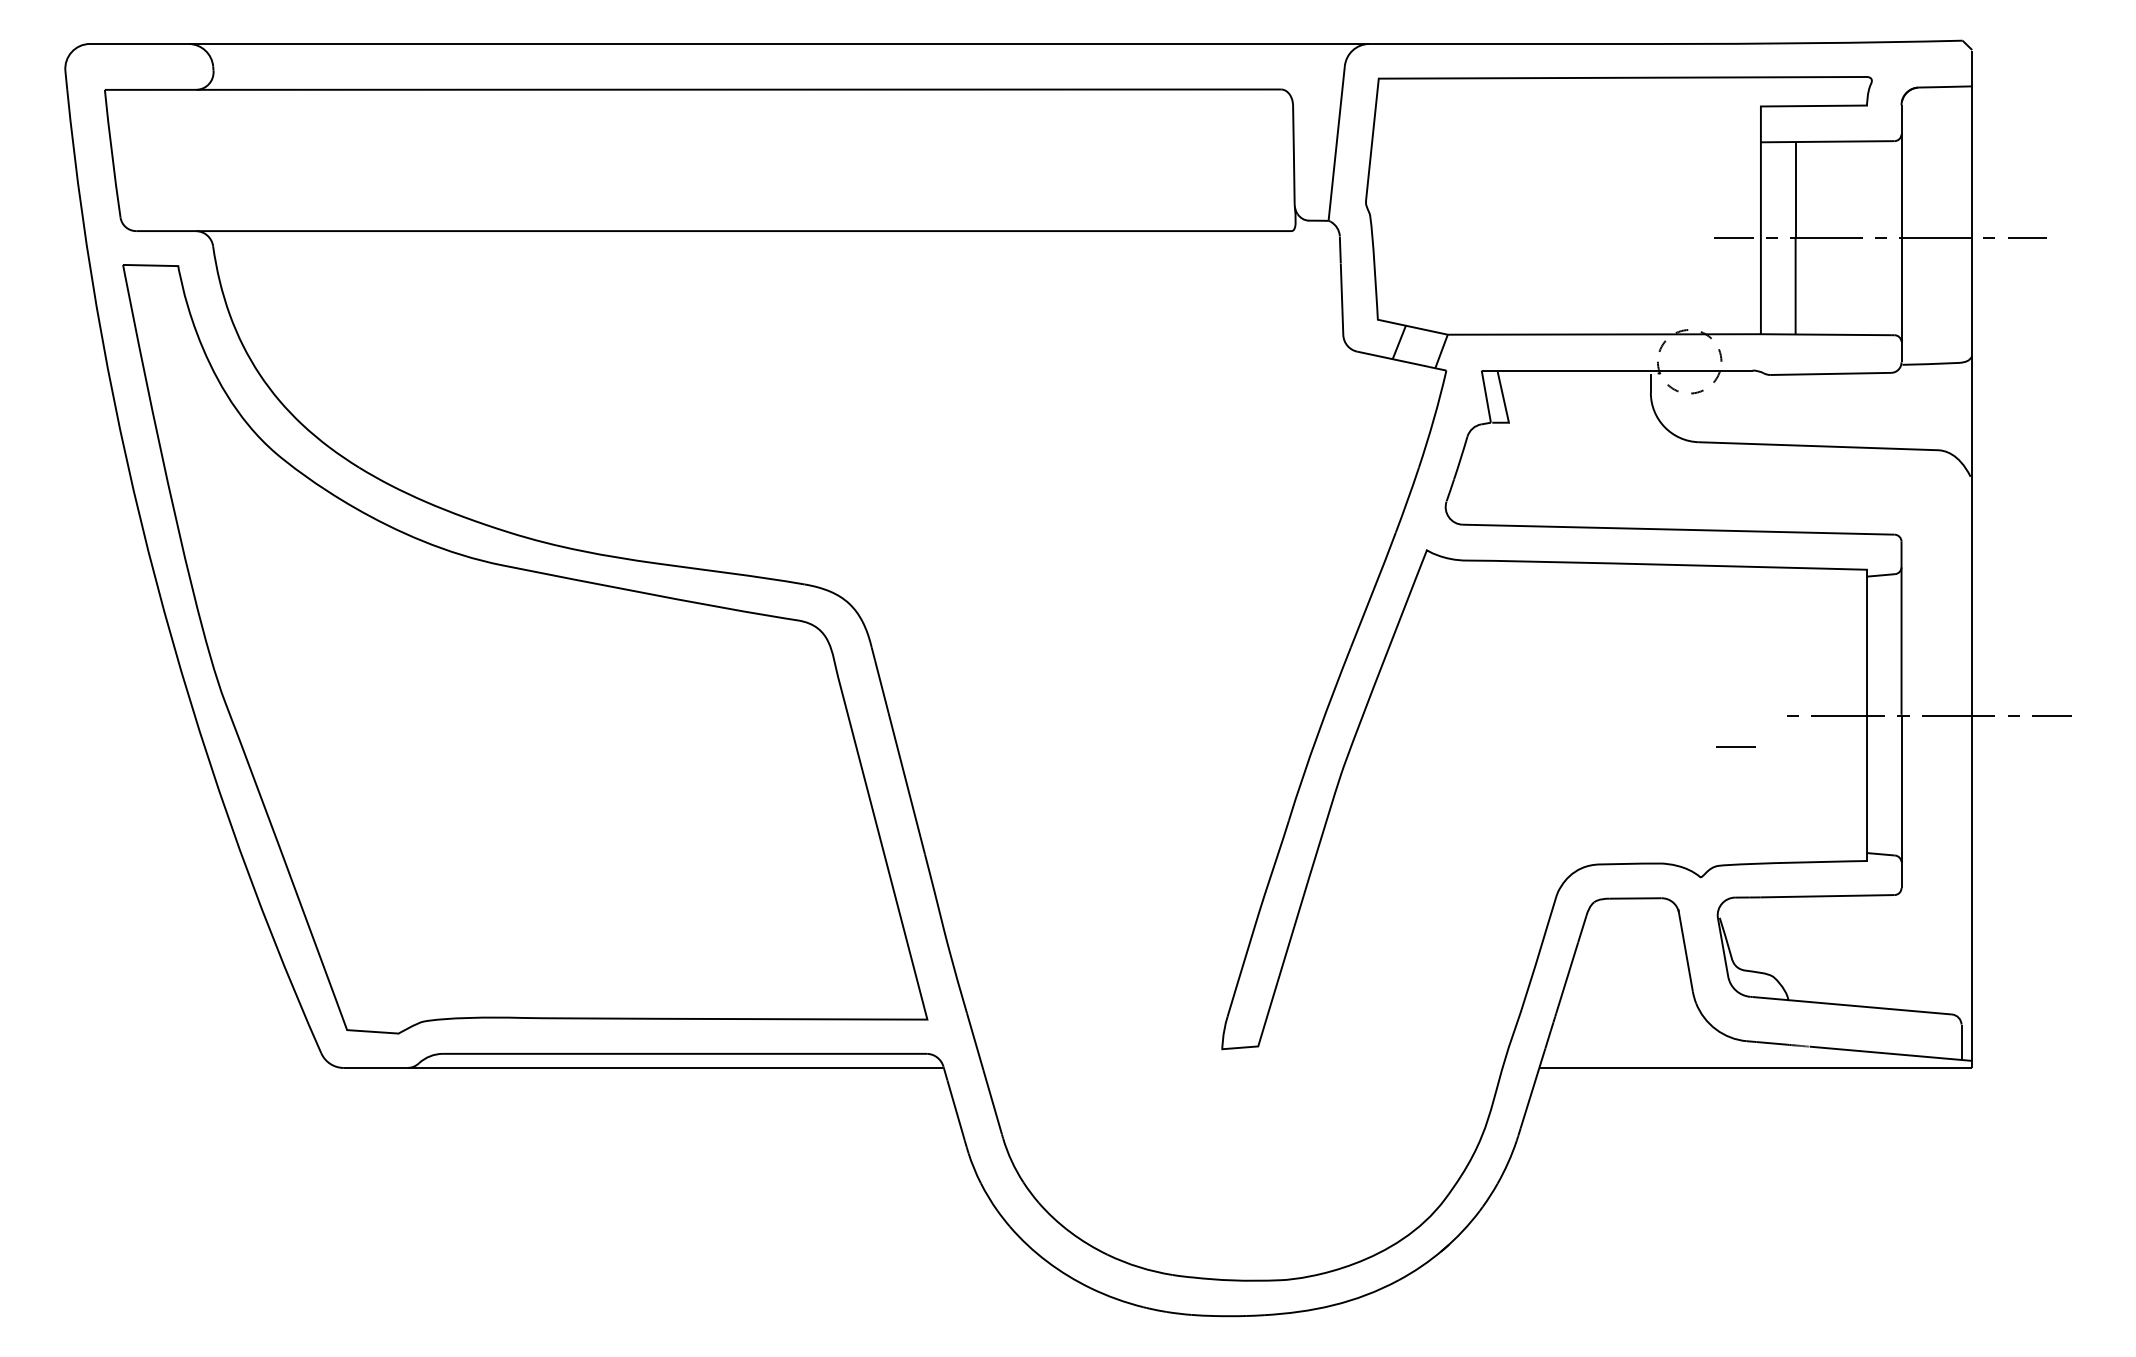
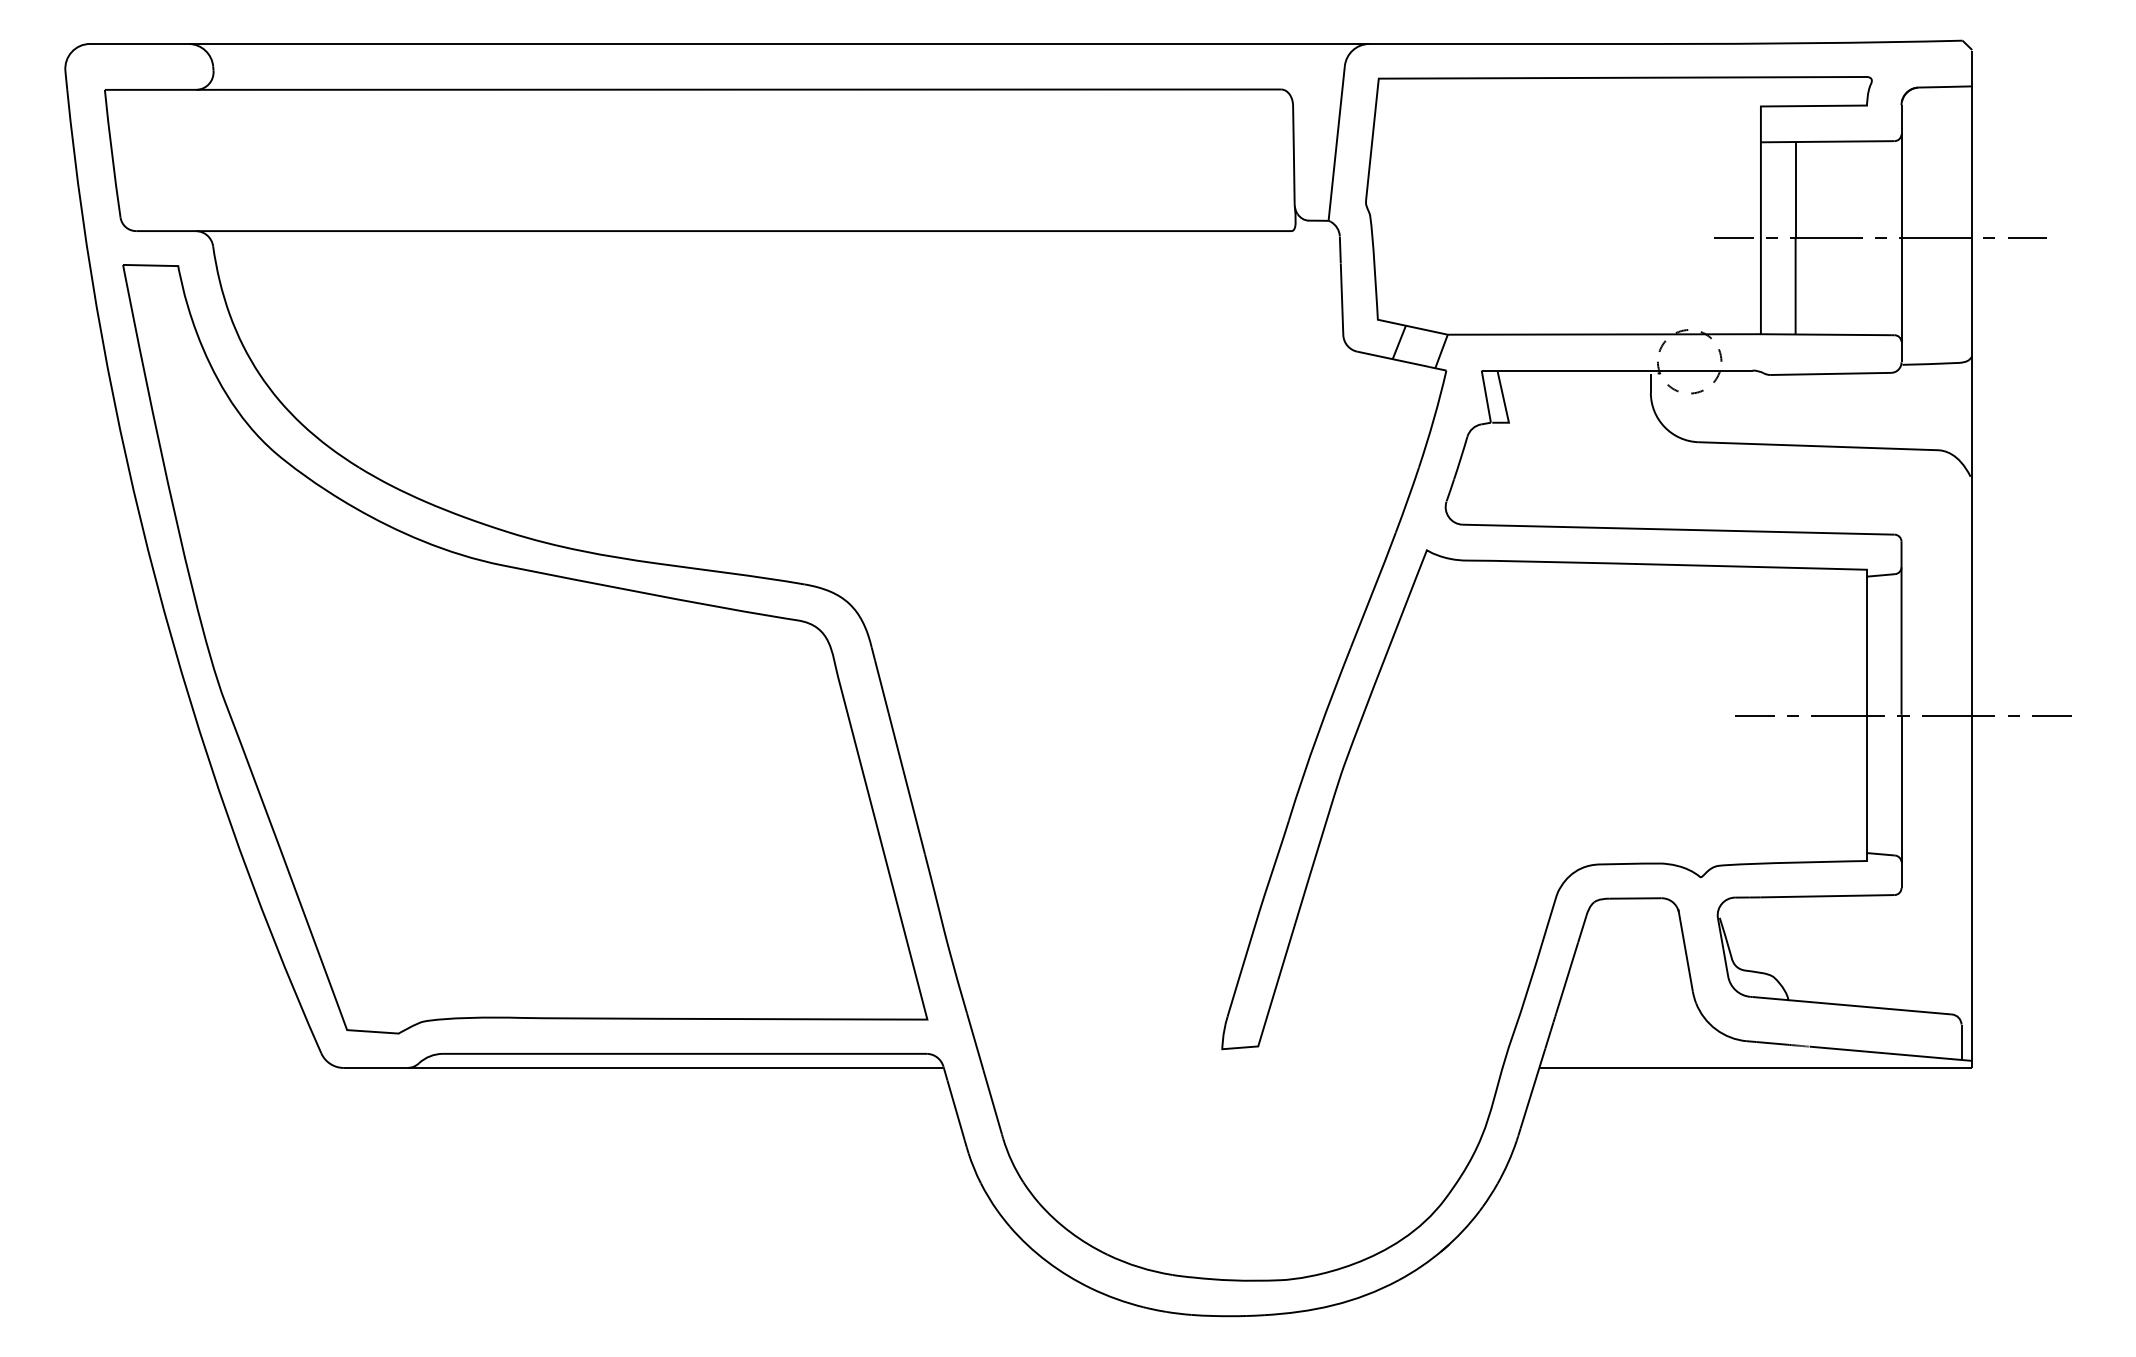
line at (1735, 746) position: (1735, 746) -> (1754, 715)
